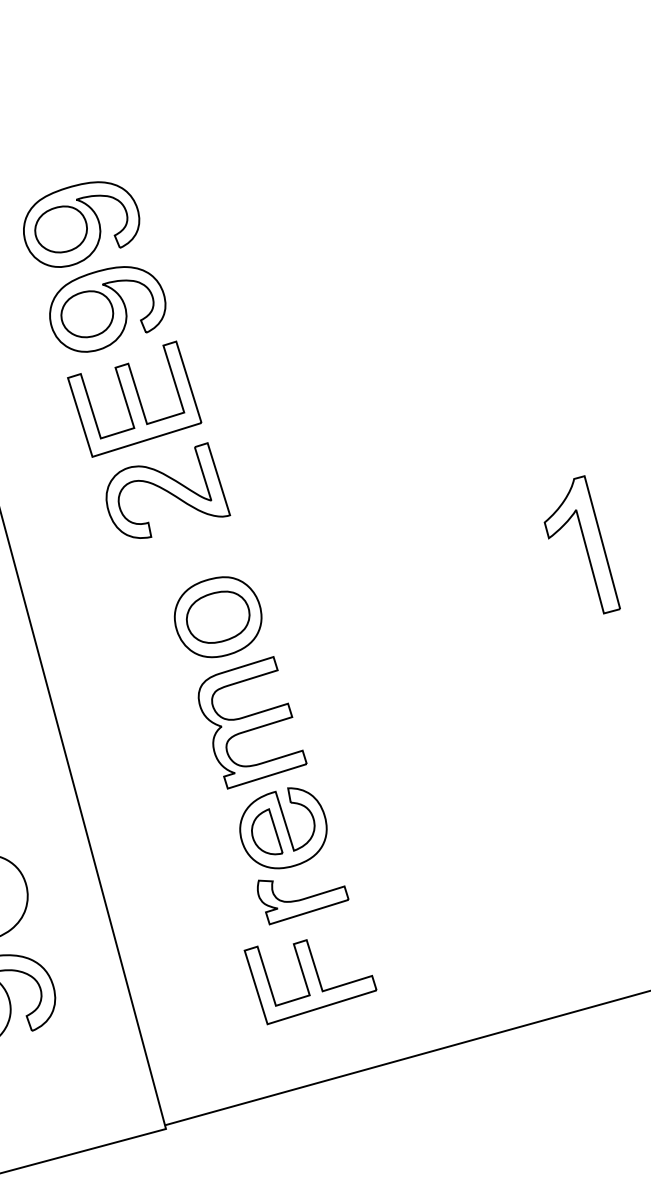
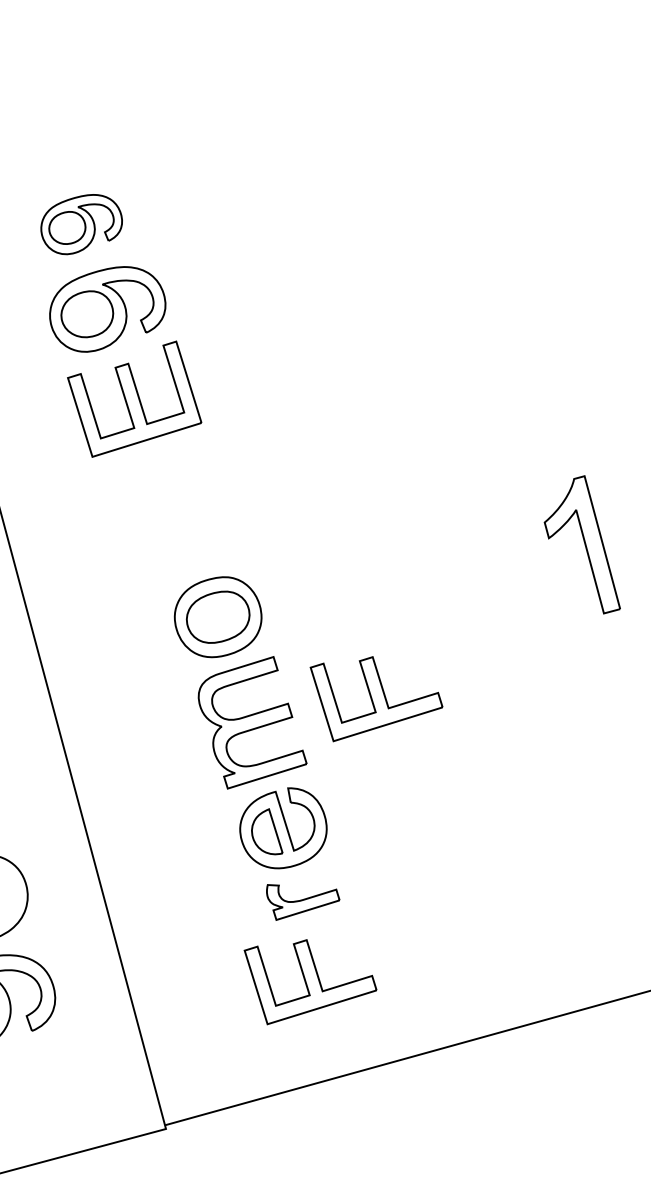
part at (81, 224) size: 118x87 px -> 83x62 px
part at (168, 490): present -> none
part at (376, 699): none -> present
part at (303, 902) size: 93x47 px -> 75x37 px
